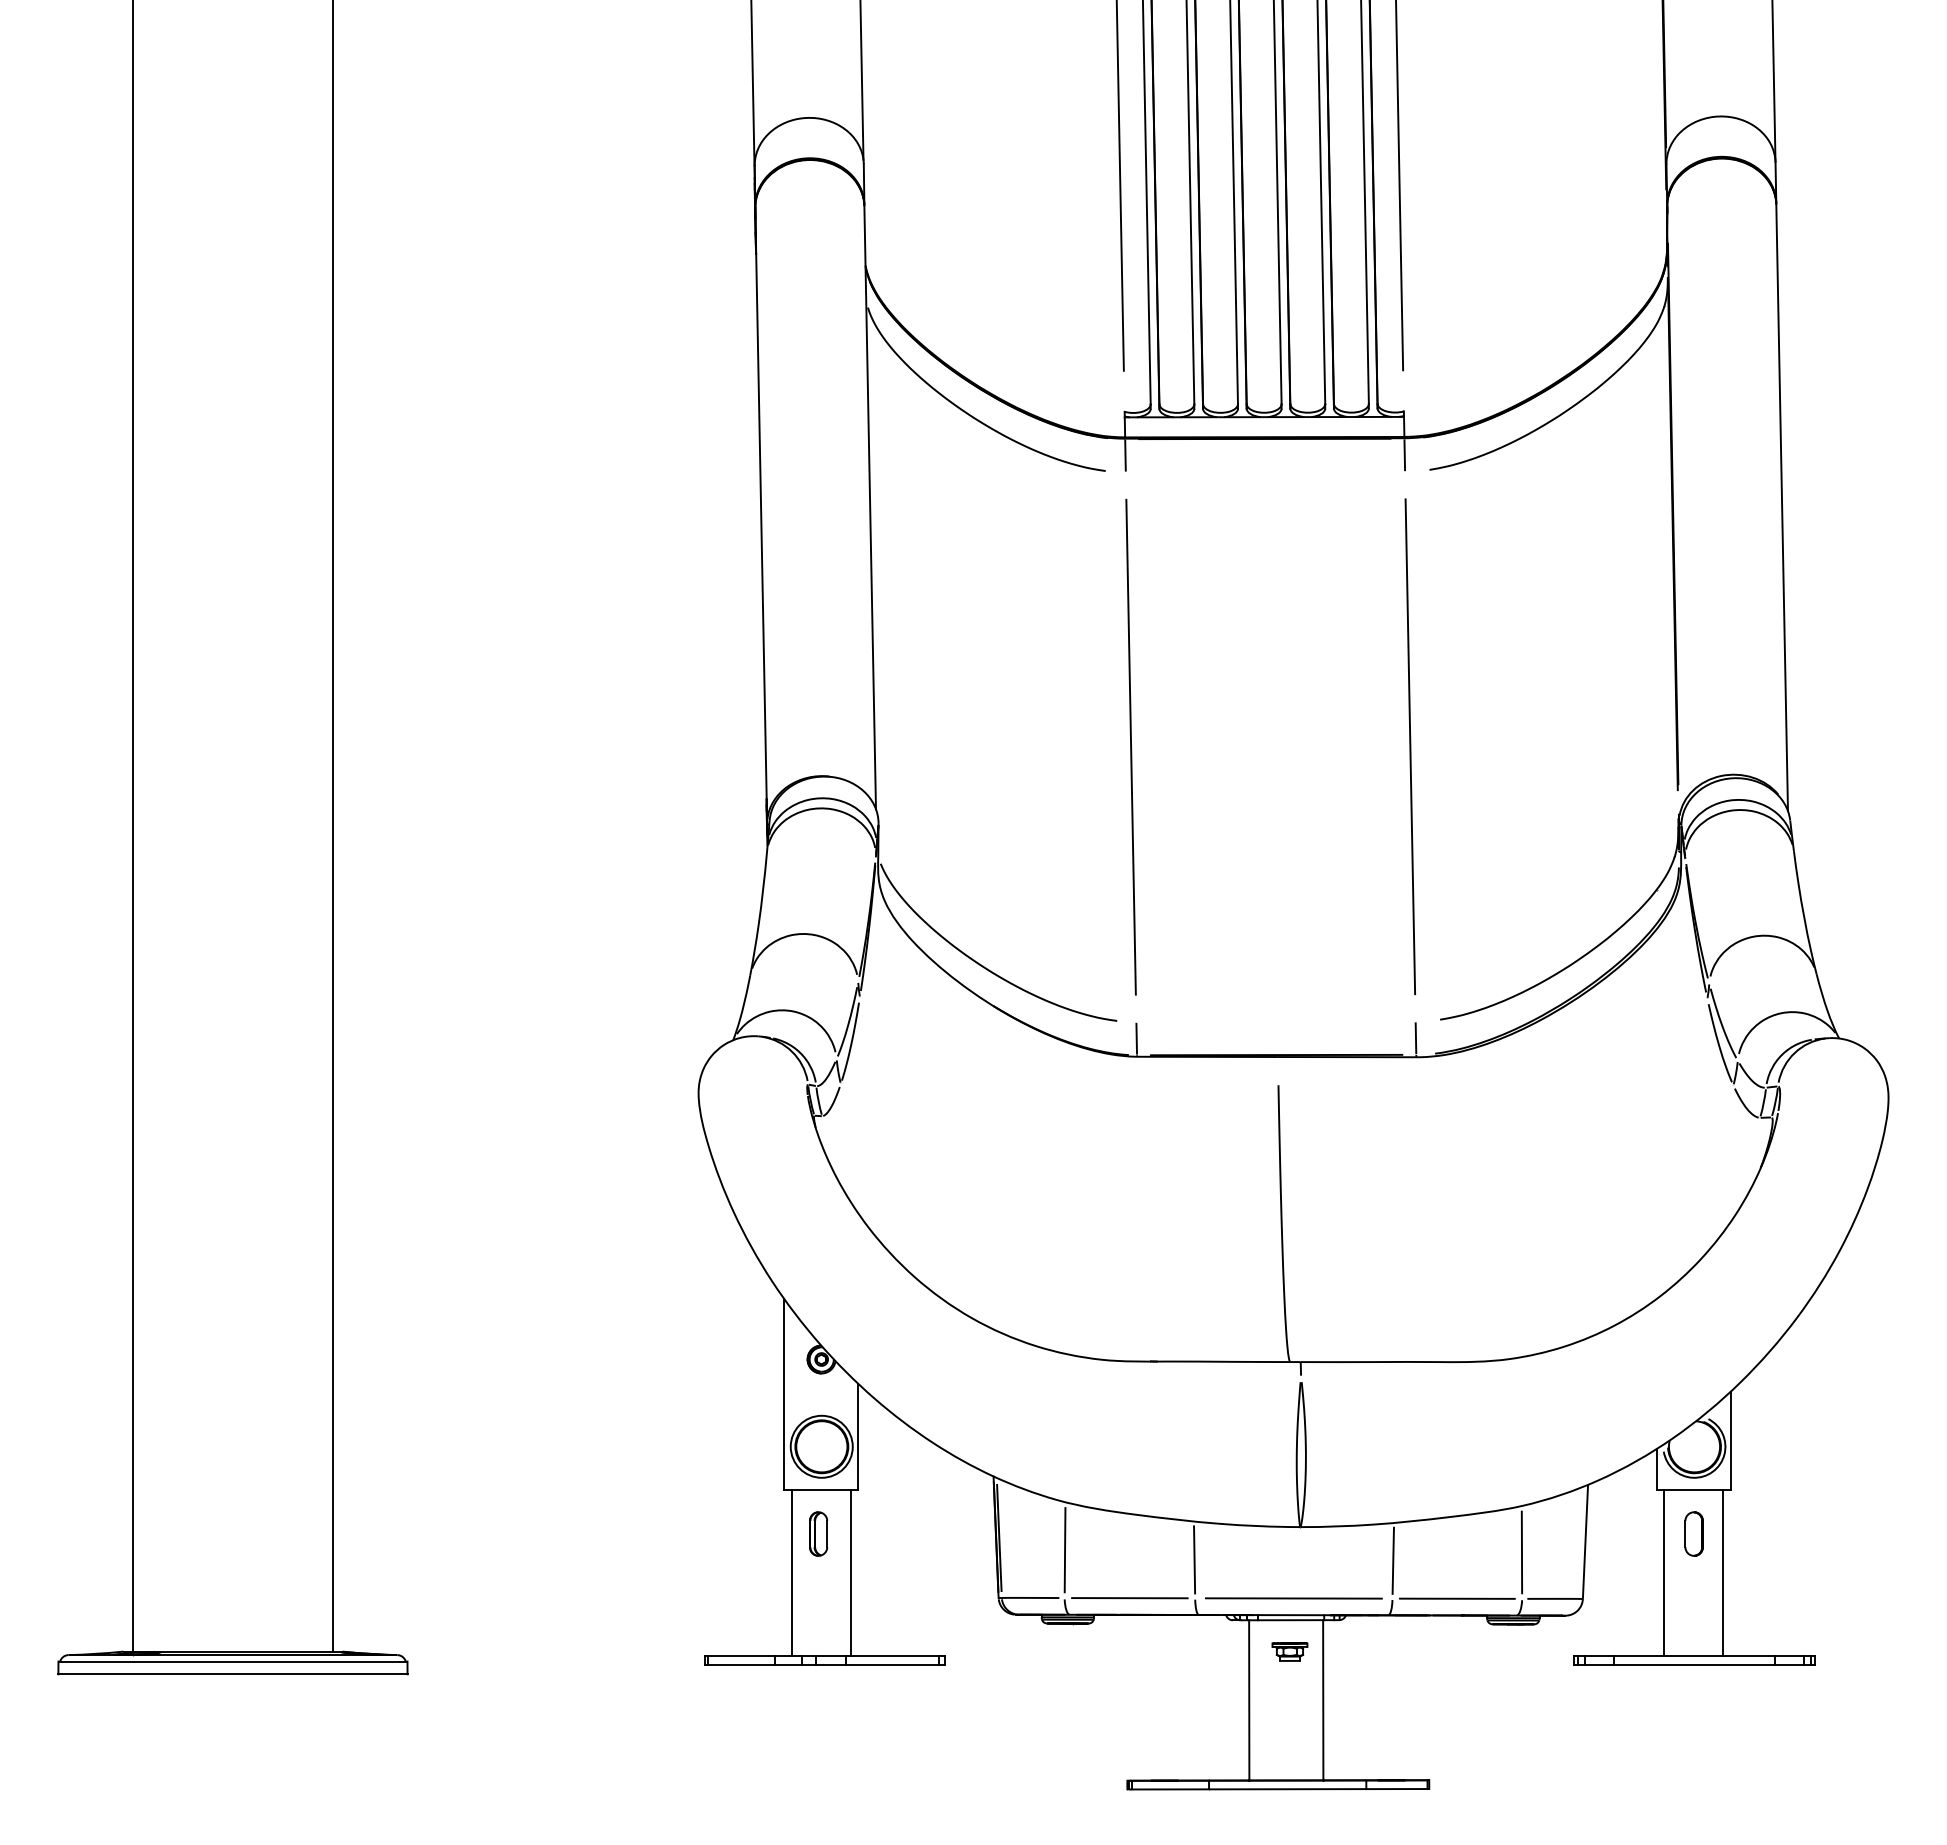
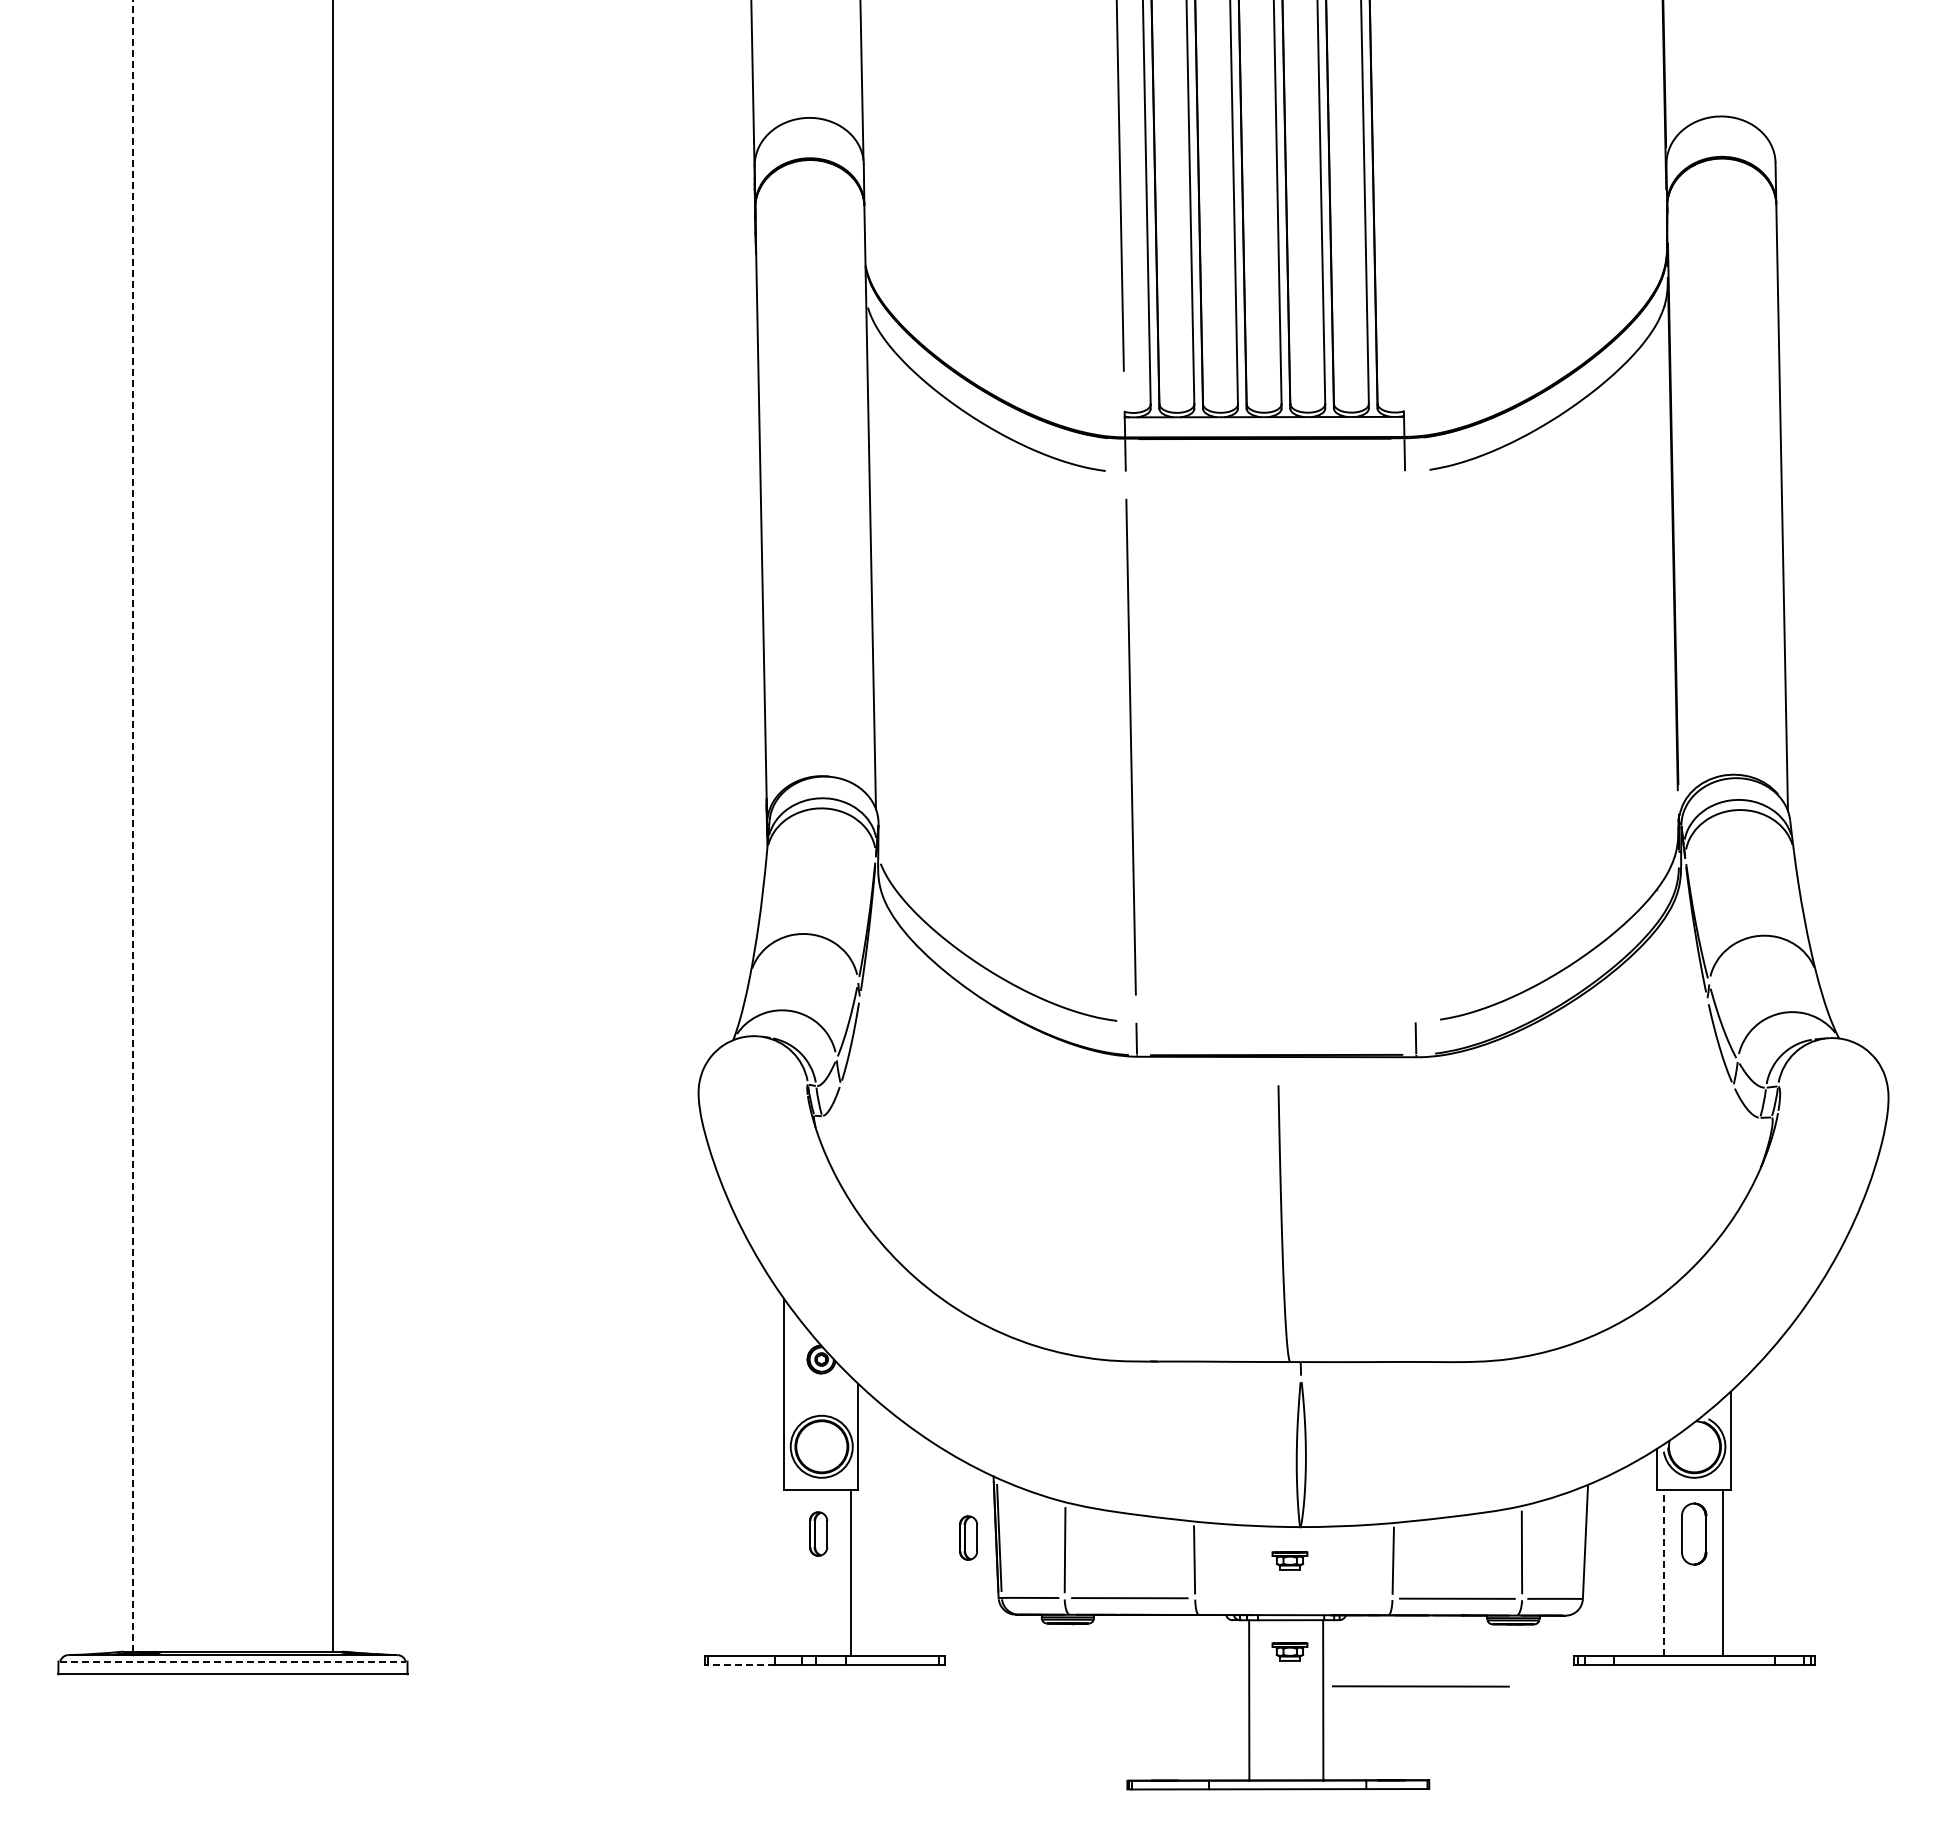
line at (1773, 81): present -> none
line at (1399, 186): present -> none
line at (1410, 746): present -> none
line at (133, 825): solid -> dashed
part at (1693, 1533) size: 20x46 px -> 27x64 px
part at (968, 1537): none -> present
part at (1289, 1560): none -> present
line at (791, 1573): present -> none
line at (1664, 1573): solid -> dashed
line at (1293, 1598) position: (1293, 1598) -> (1420, 1686)
line at (232, 1661): solid -> dashed
line at (741, 1664): solid -> dashed
